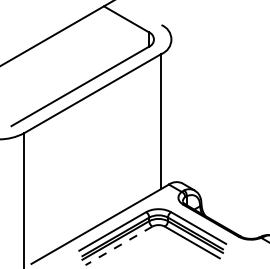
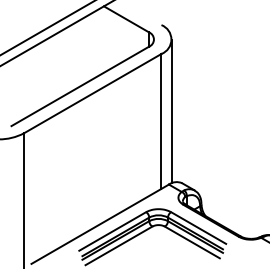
line at (46, 27): none -> present
line at (171, 111): none -> present
line at (118, 245): dashed -> solid
